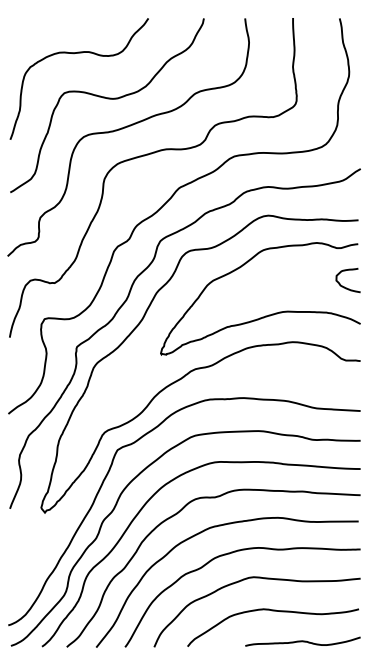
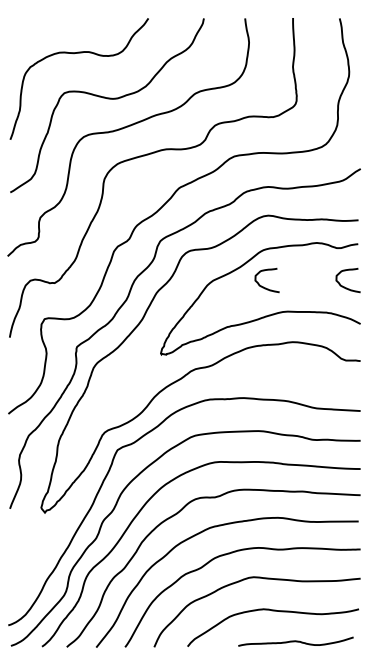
curve at (263, 286): none -> present
curve at (302, 641) position: (302, 641) -> (295, 641)
